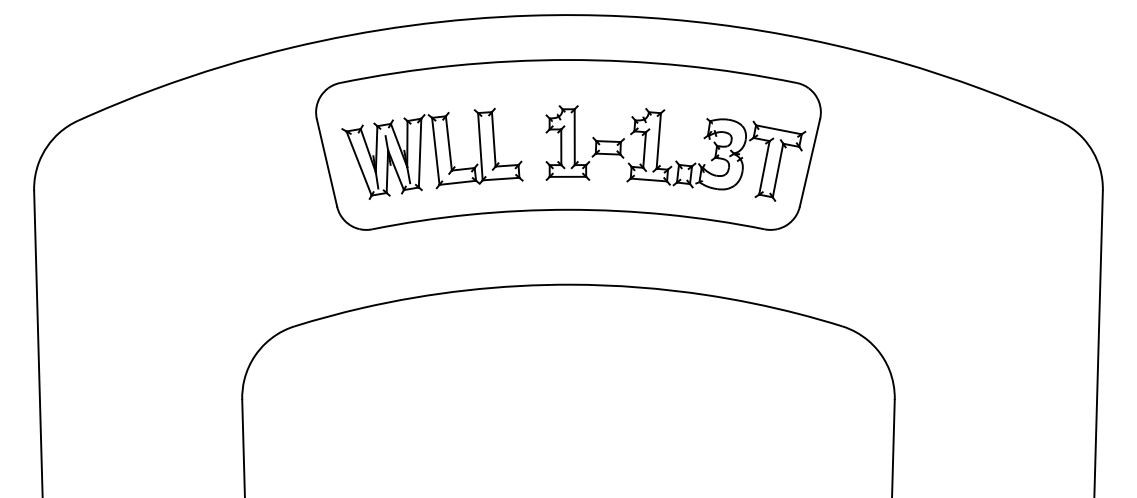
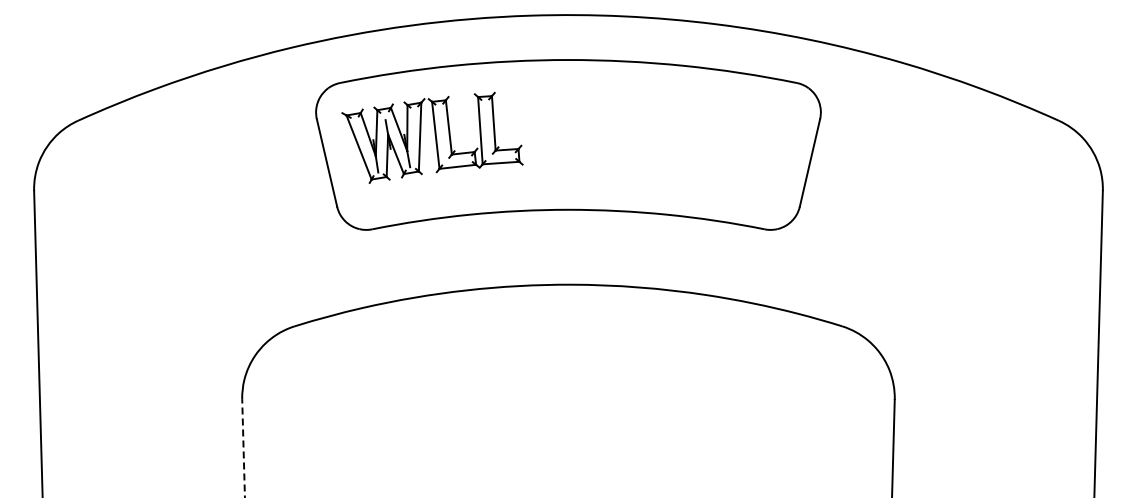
part at (432, 153) position: (432, 153) -> (432, 137)
part at (676, 160): present -> none
line at (243, 448): solid -> dashed
